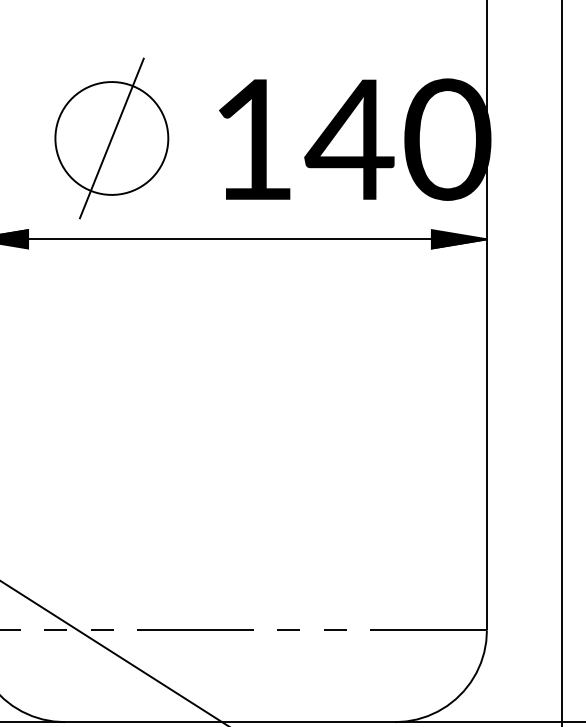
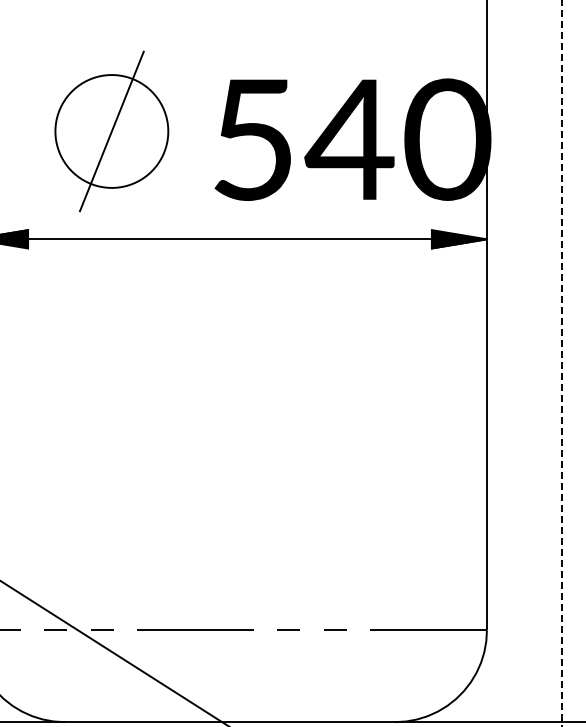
part at (111, 138) position: (111, 138) -> (111, 131)
text at (252, 139): 140 -> 540
line at (561, 363): solid -> dashed
